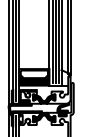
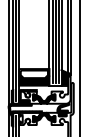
line at (79, 67): none -> present
fill at (64, 77): none -> present
